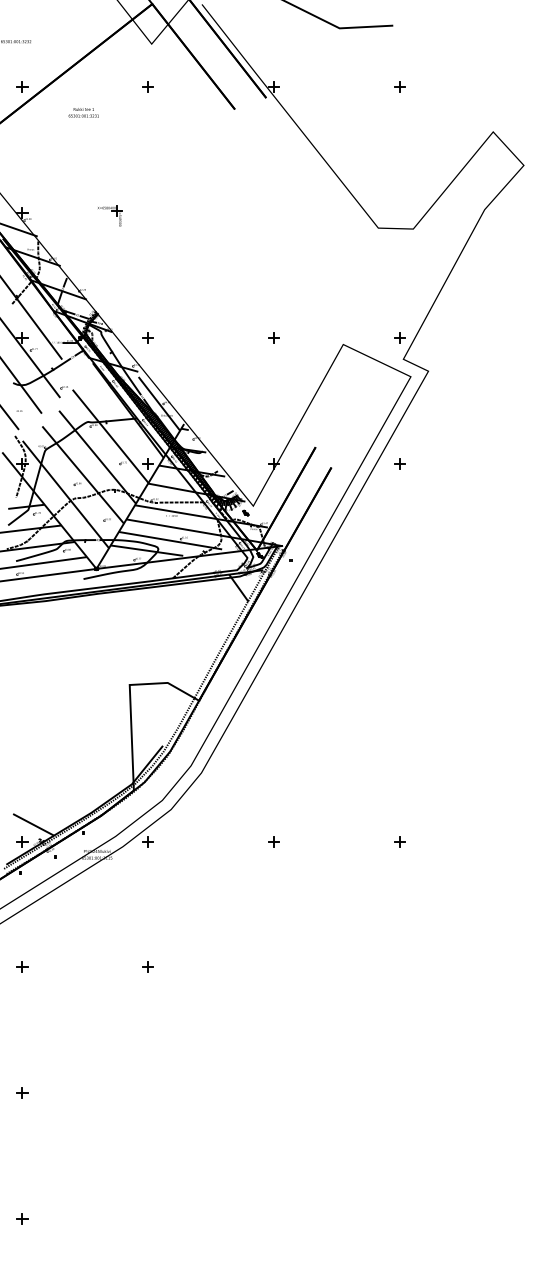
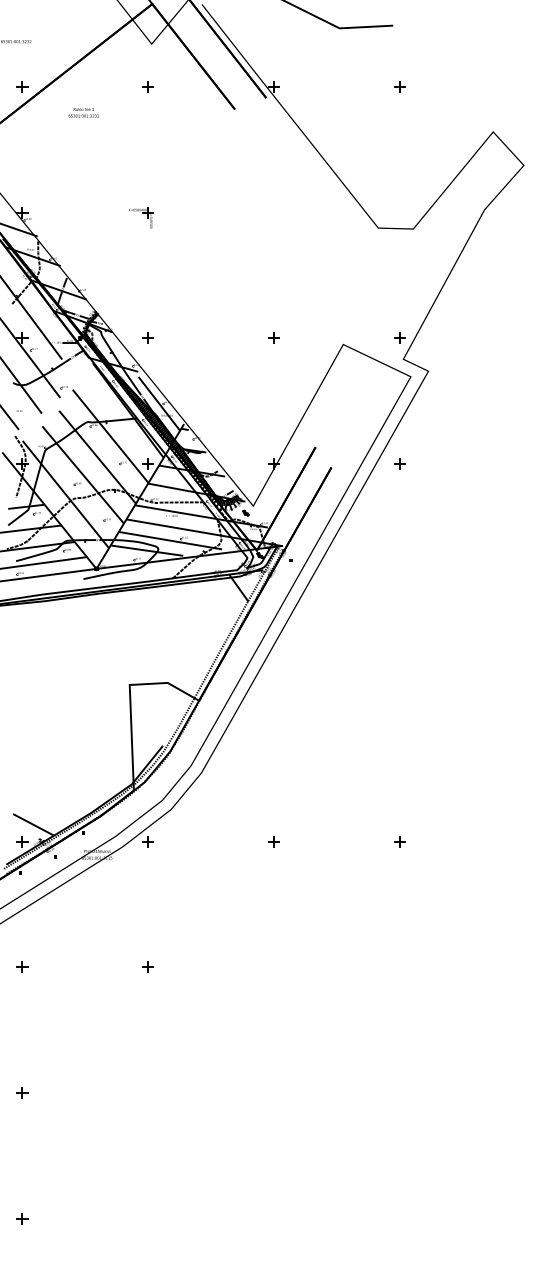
part at (110, 215) position: (110, 215) -> (141, 217)
